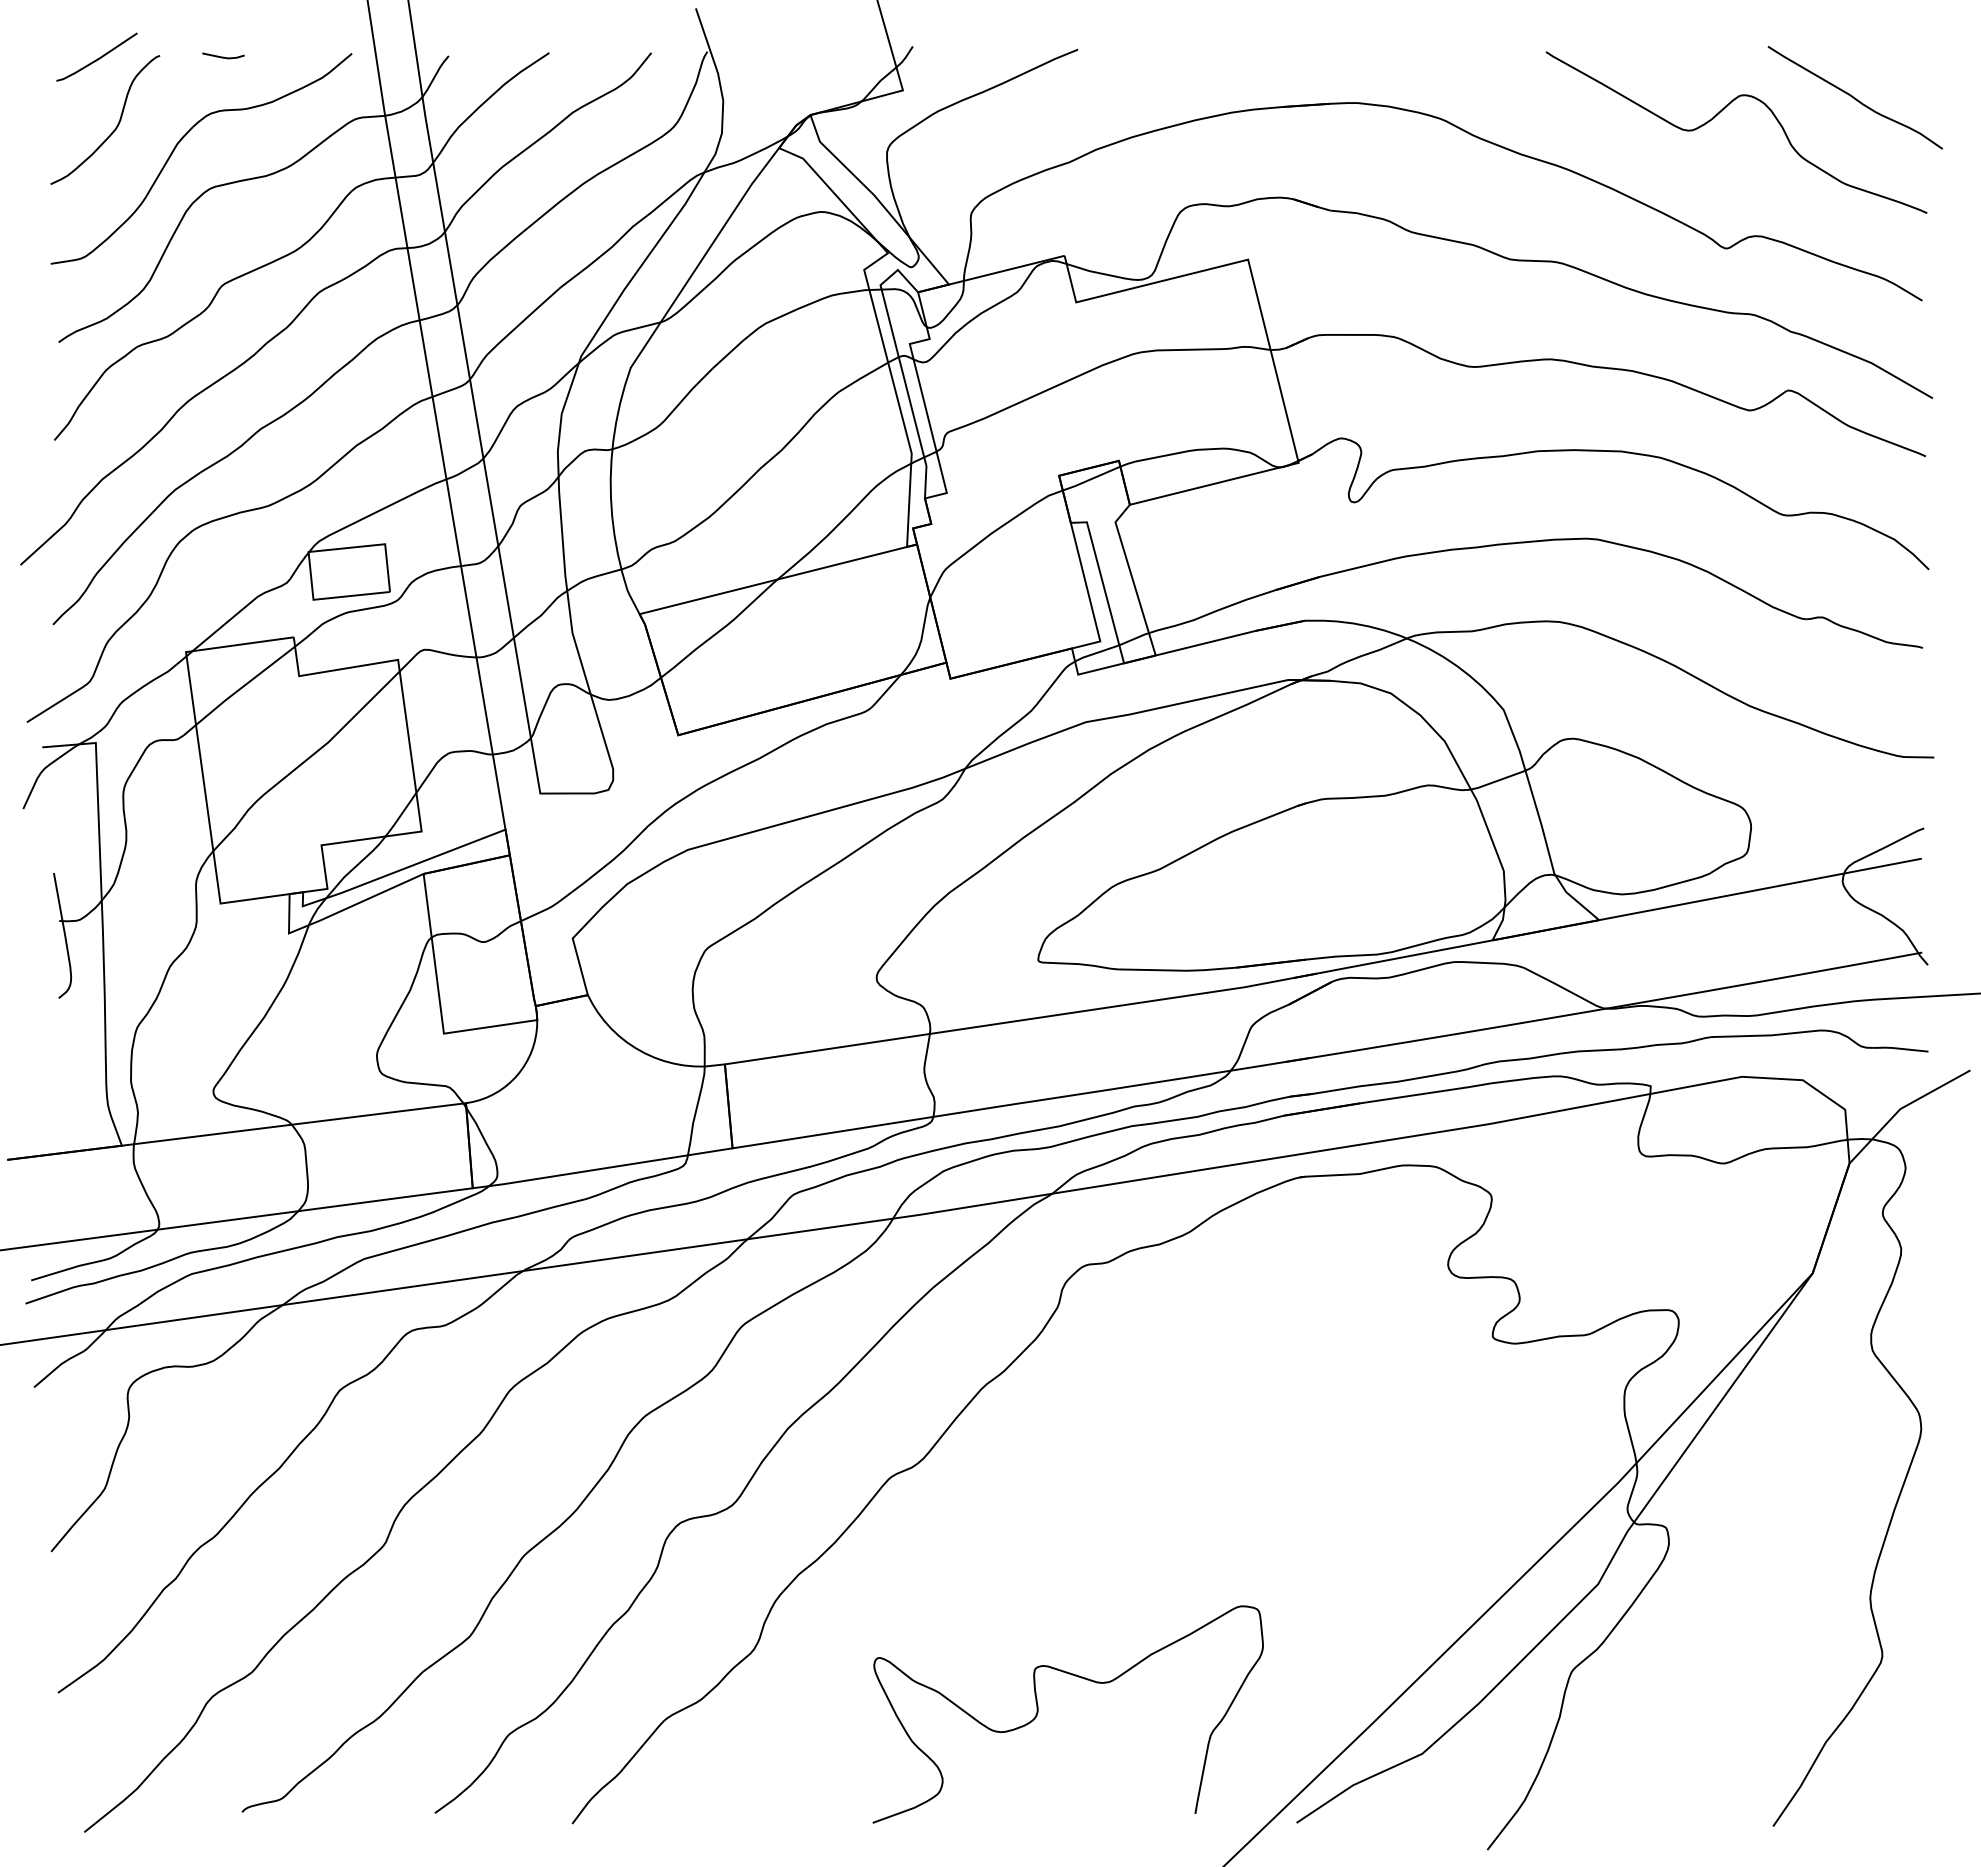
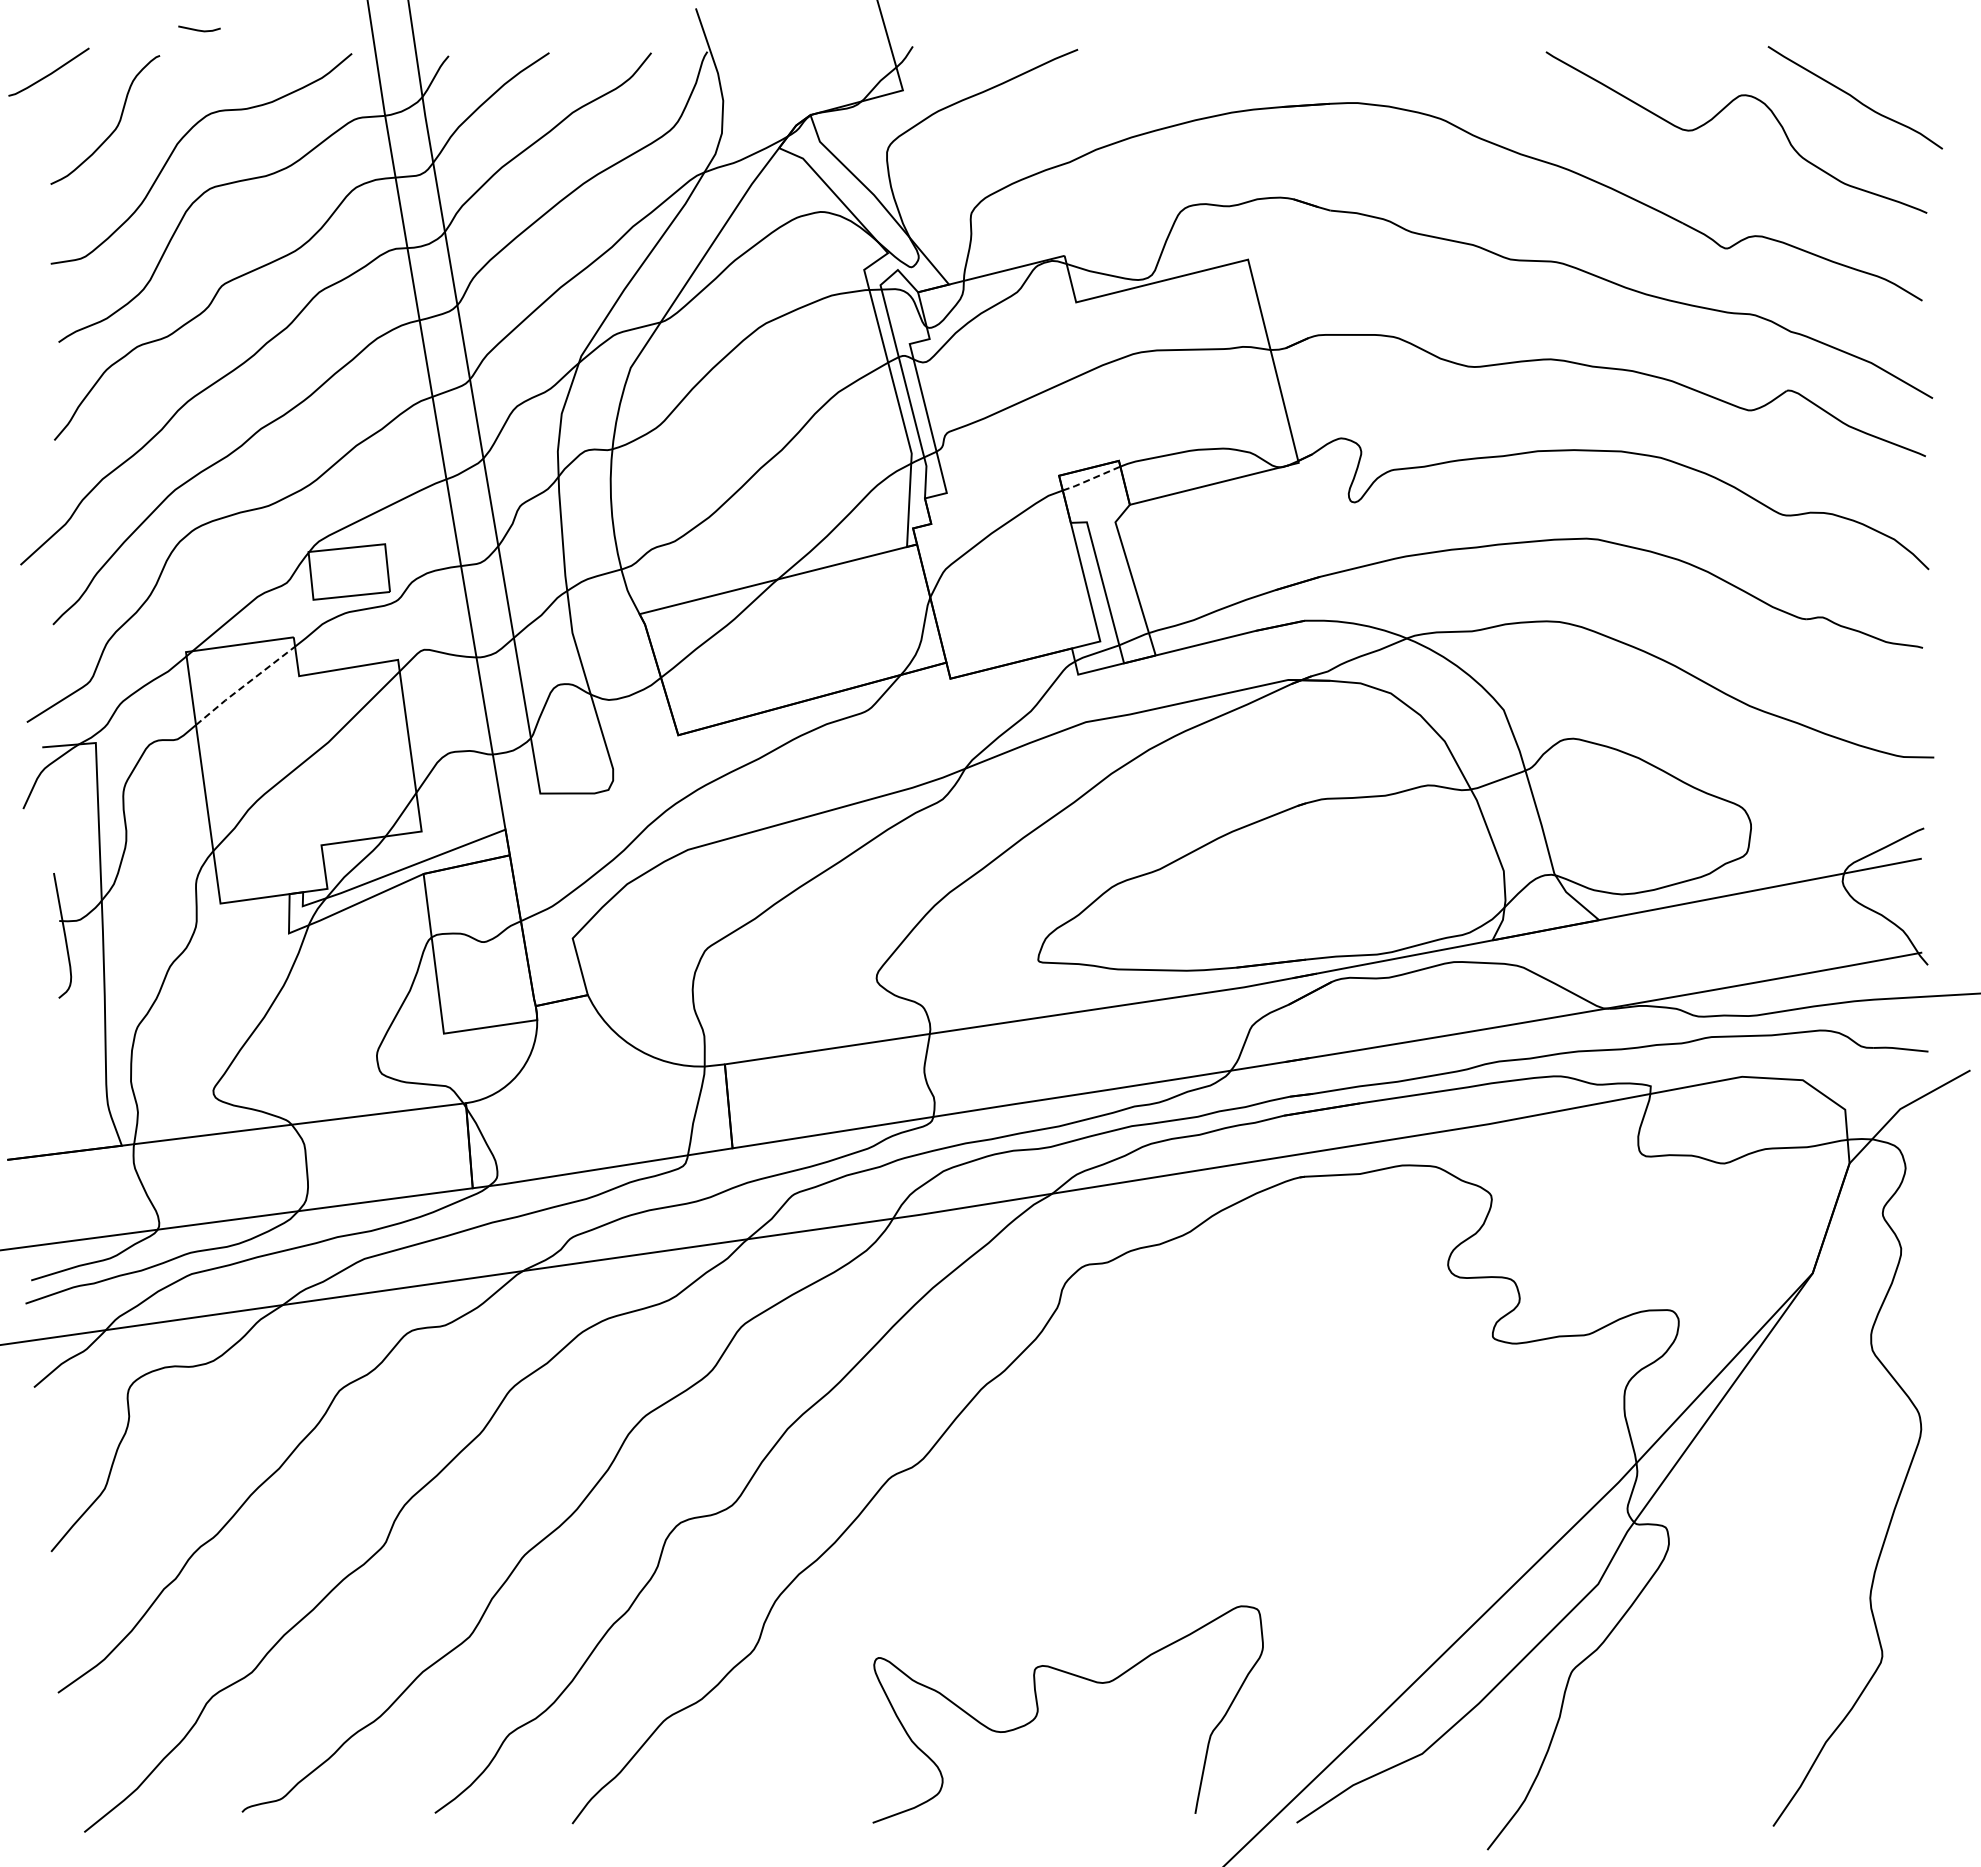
line at (223, 56) position: (223, 56) -> (199, 29)
line at (97, 58) position: (97, 58) -> (49, 73)
line at (1091, 479): solid -> dashed
line at (244, 685): solid -> dashed
